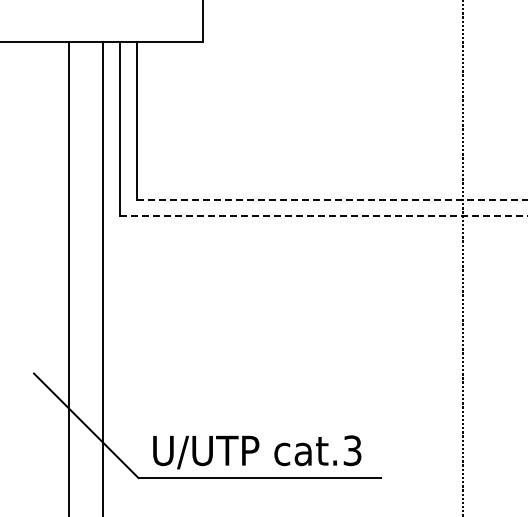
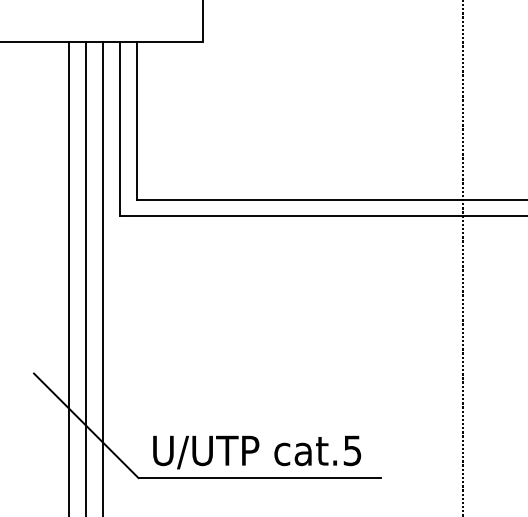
line at (332, 199): dashed -> solid
line at (323, 216): dashed -> solid
line at (86, 277): none -> present
text at (352, 450): cat.3 -> cat.5
